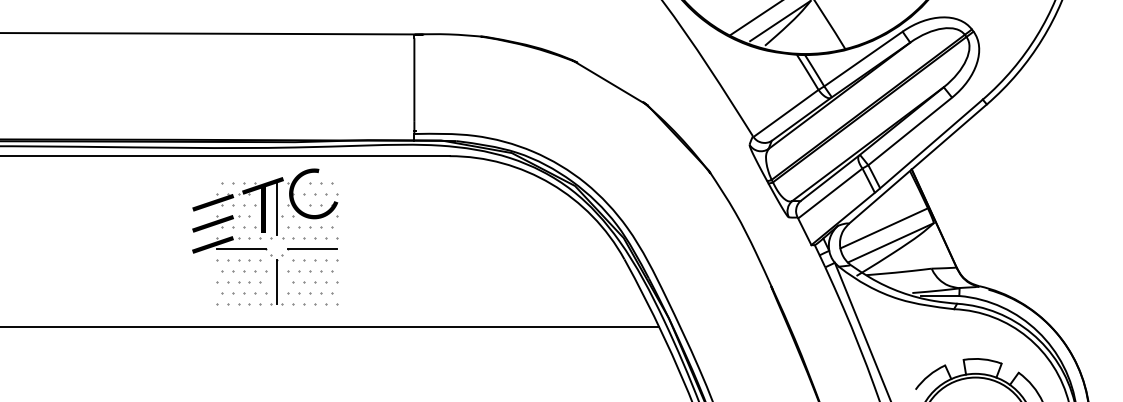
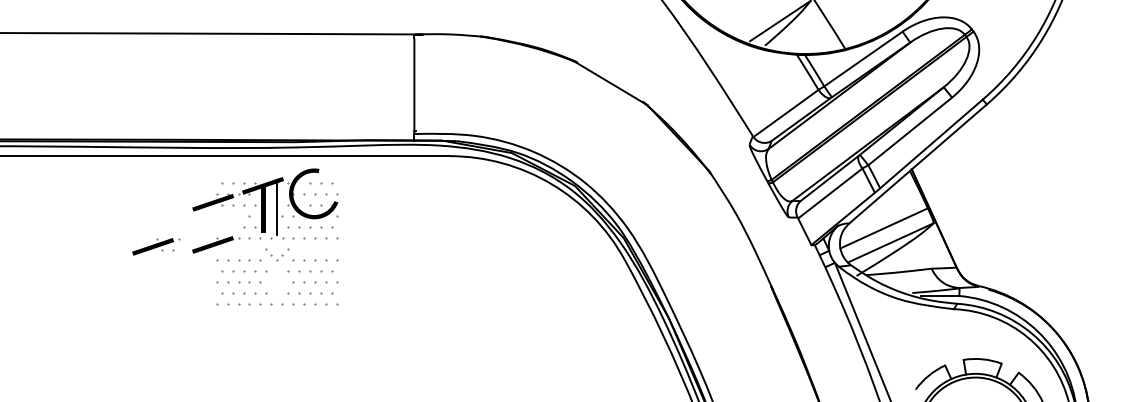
line at (755, 18): present -> none
part at (216, 223) position: (216, 223) -> (156, 246)
line at (240, 249): present -> none
line at (312, 249): present -> none
line at (276, 282): present -> none
line at (330, 327): present -> none
